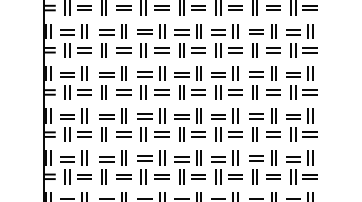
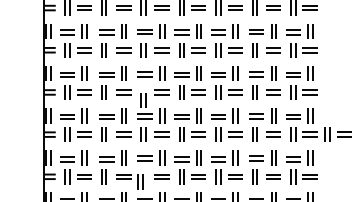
part at (143, 92) position: (143, 92) -> (143, 100)
part at (337, 134): none -> present
part at (143, 176) position: (143, 176) -> (140, 181)
